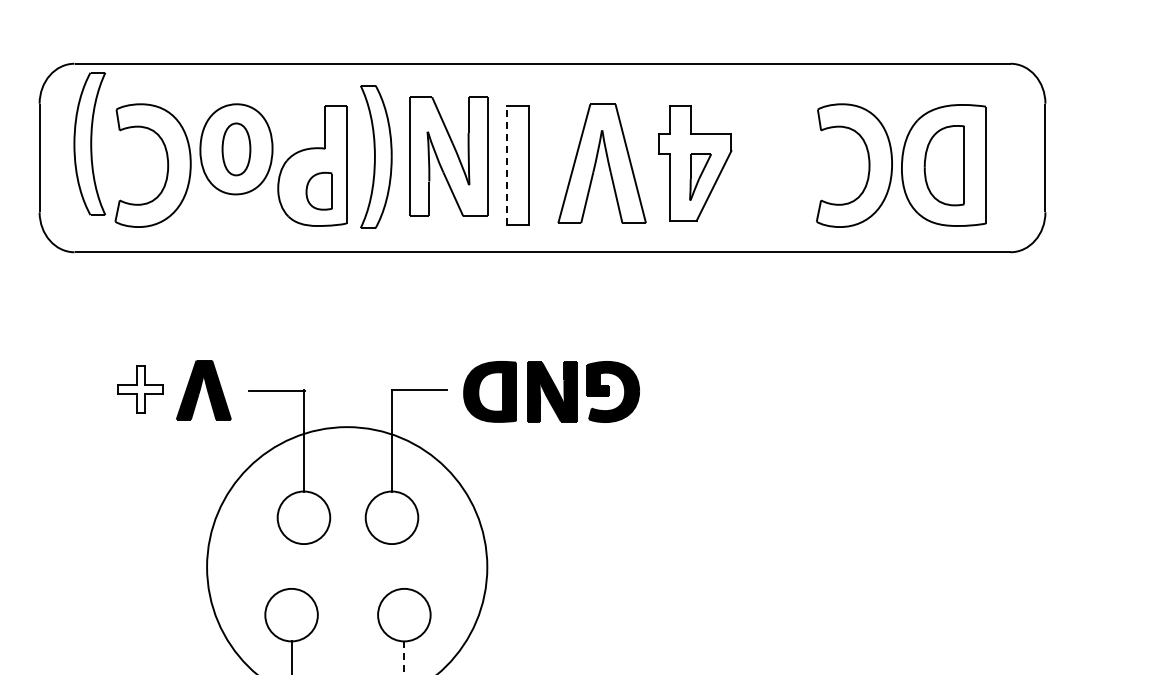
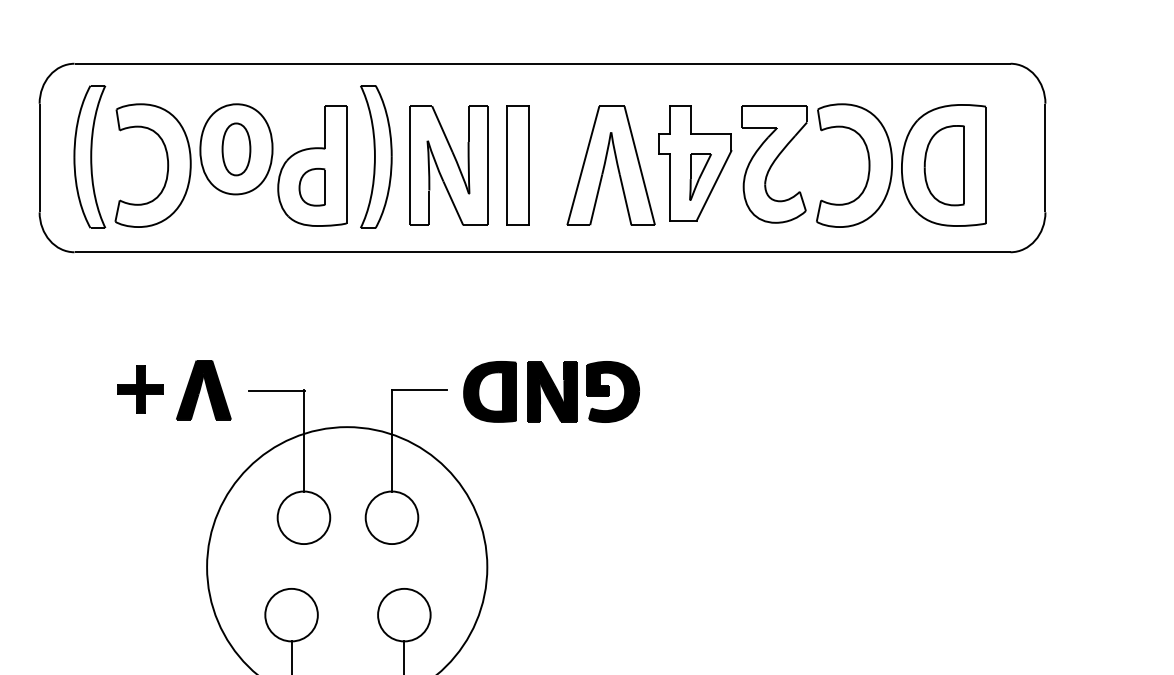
part at (89, 143) position: (89, 143) -> (89, 156)
part at (448, 156) position: (448, 156) -> (448, 165)
part at (601, 163) position: (601, 163) -> (610, 165)
part at (774, 164): none -> present
line at (507, 165): dashed -> solid
part at (318, 190) position: (318, 190) -> (311, 186)
fill at (140, 389): none -> present
line at (404, 658): dashed -> solid
